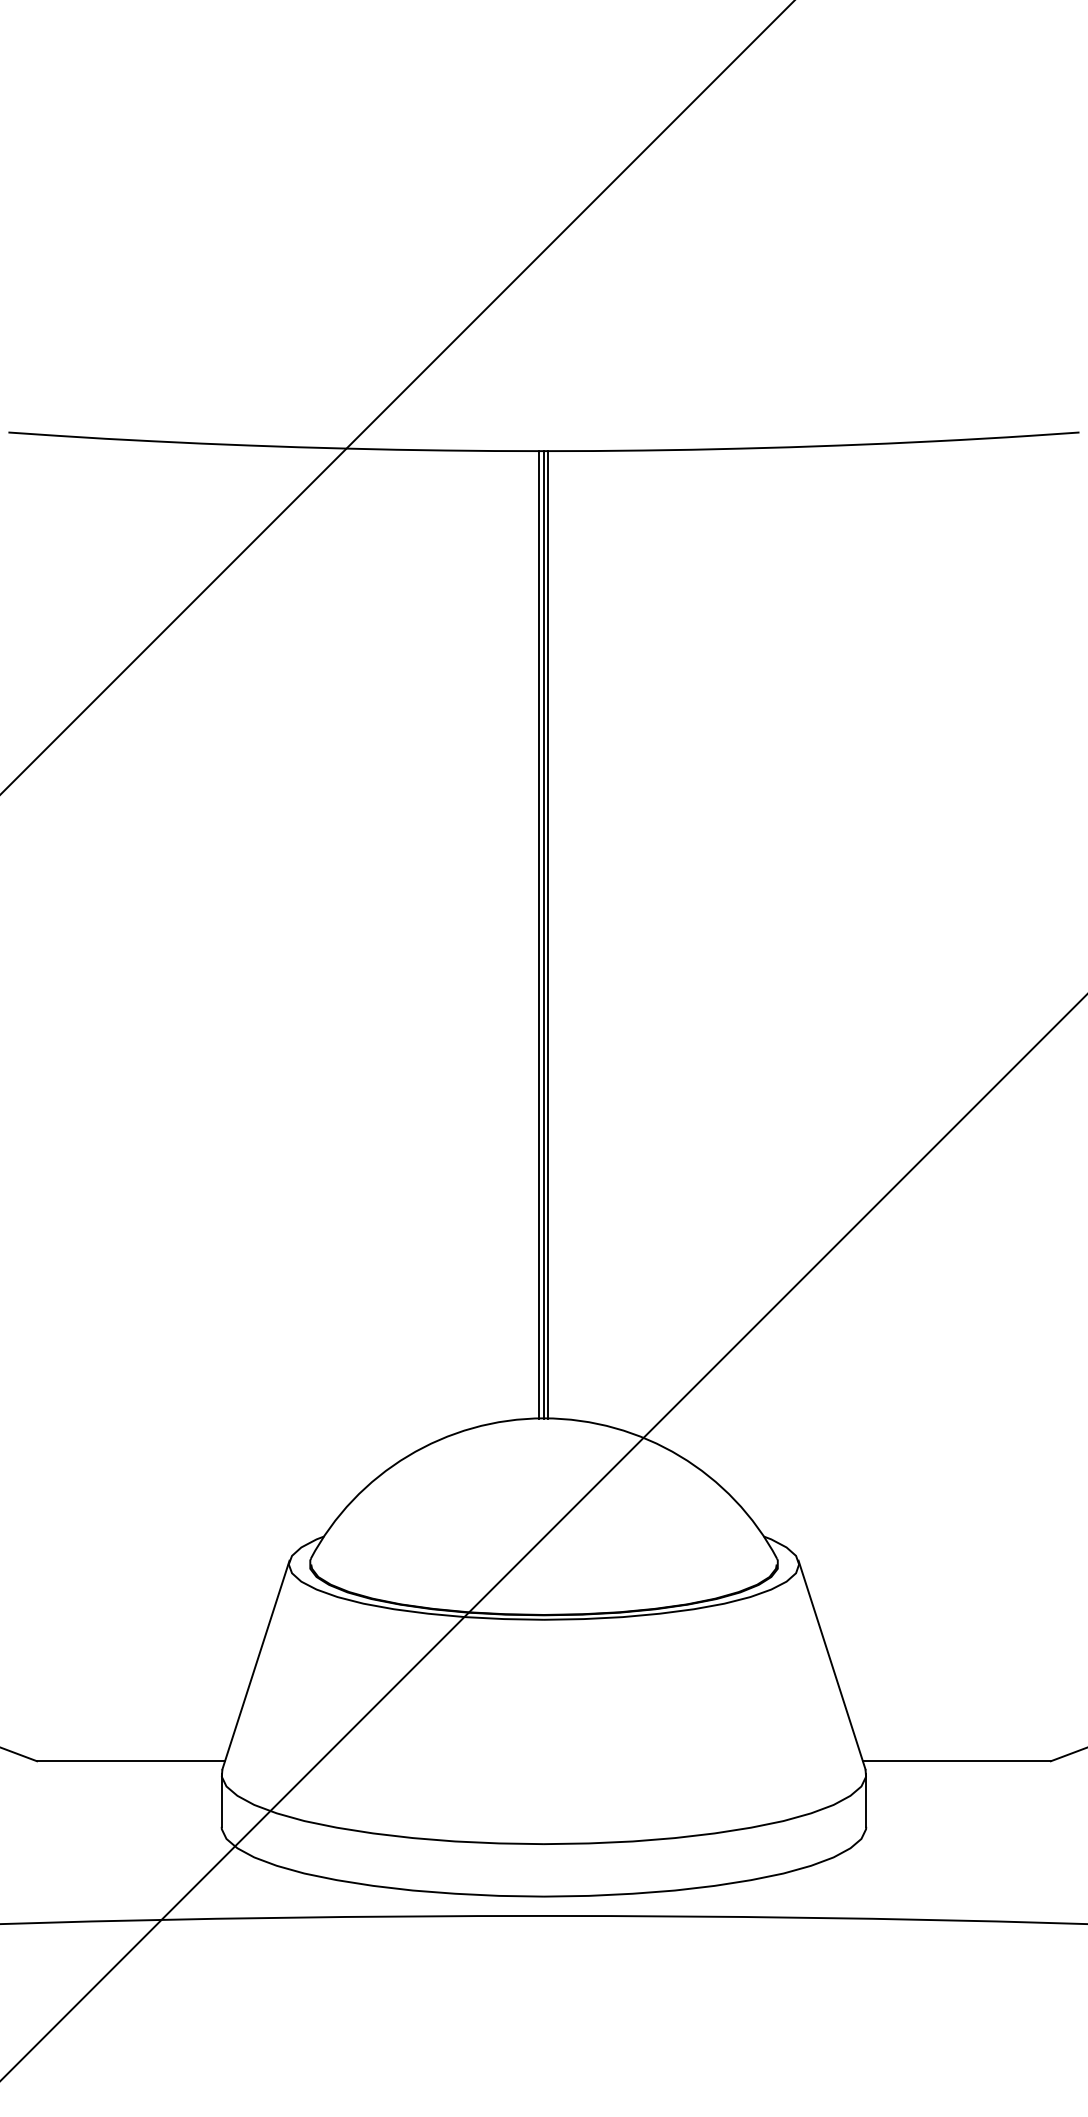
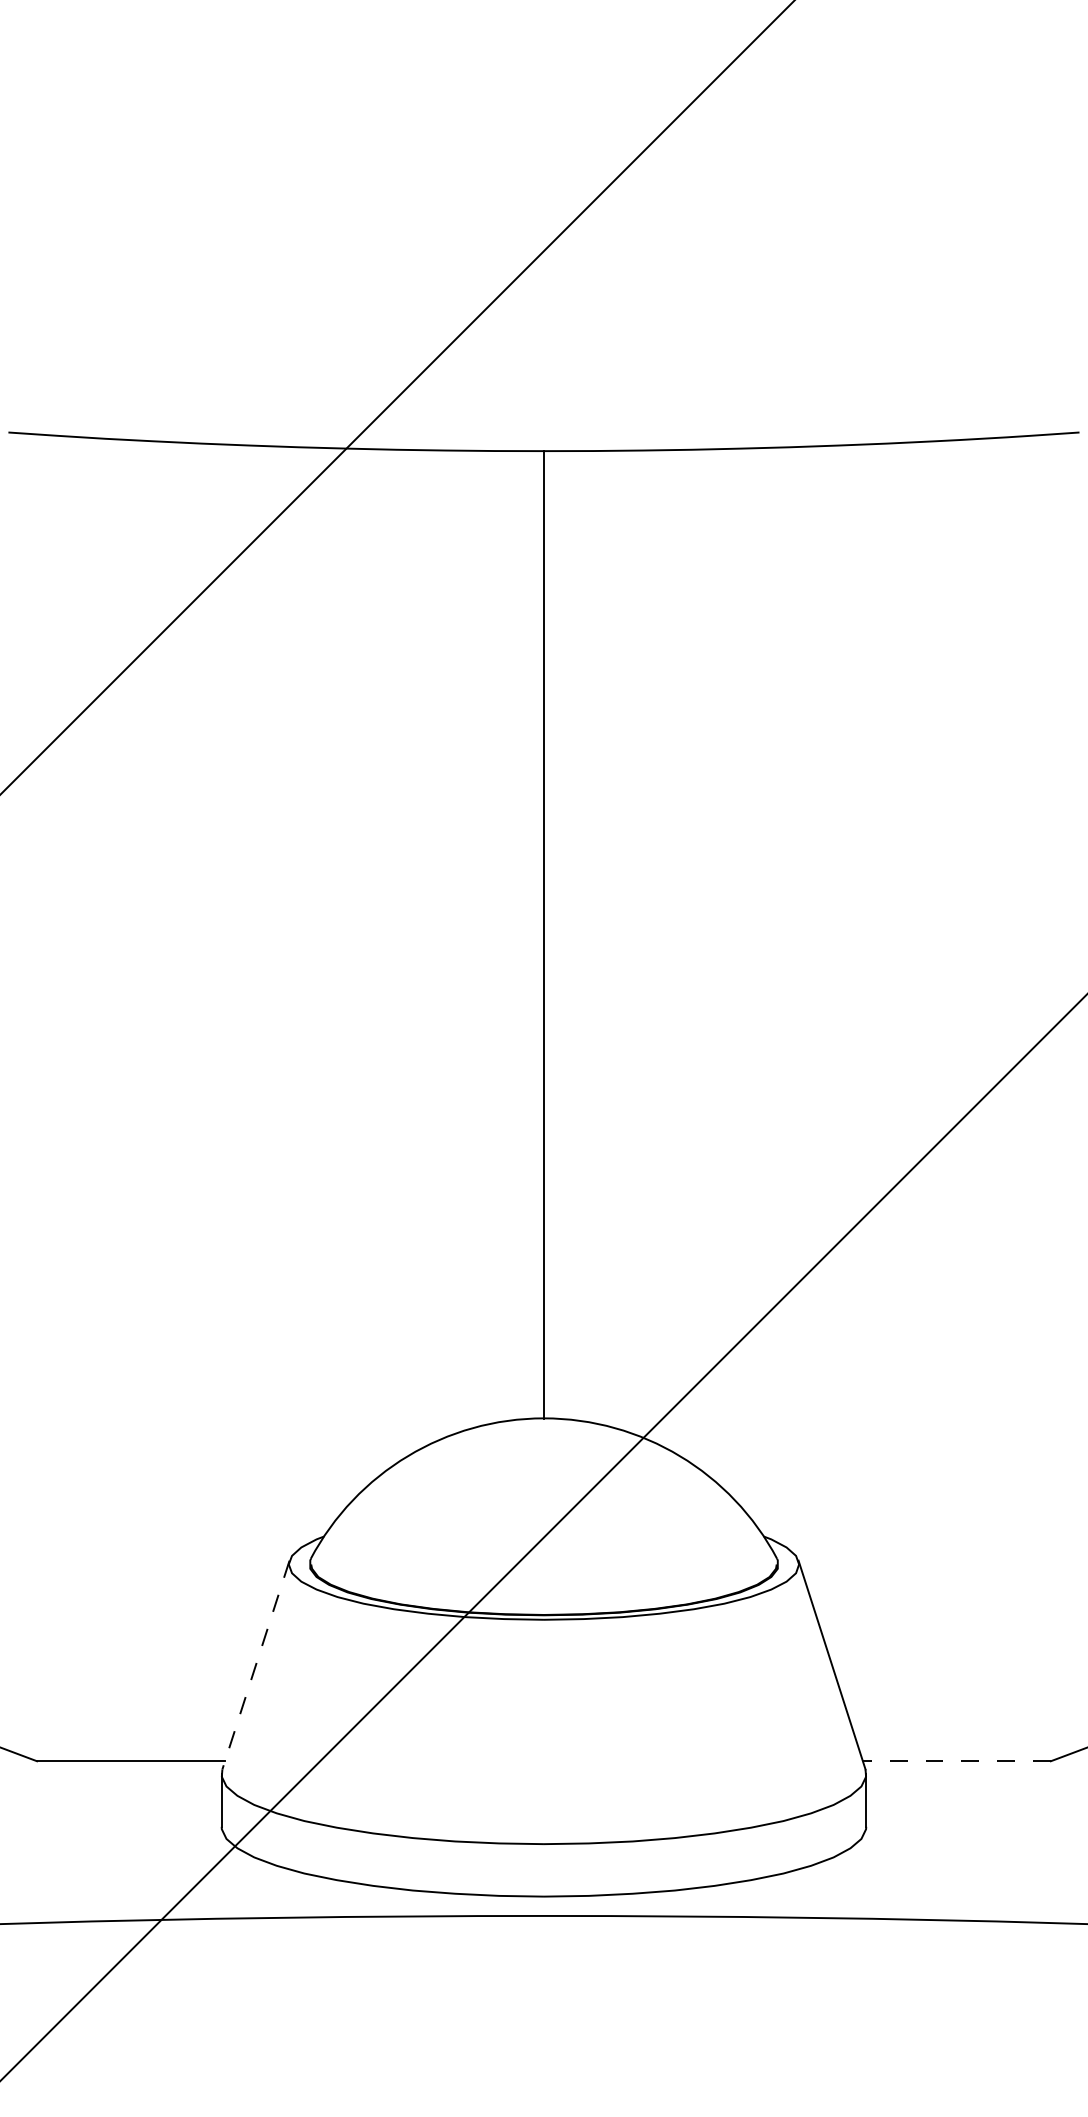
line at (539, 934): present -> none
line at (548, 934): present -> none
line at (255, 1665): solid -> dashed
line at (956, 1761): solid -> dashed
